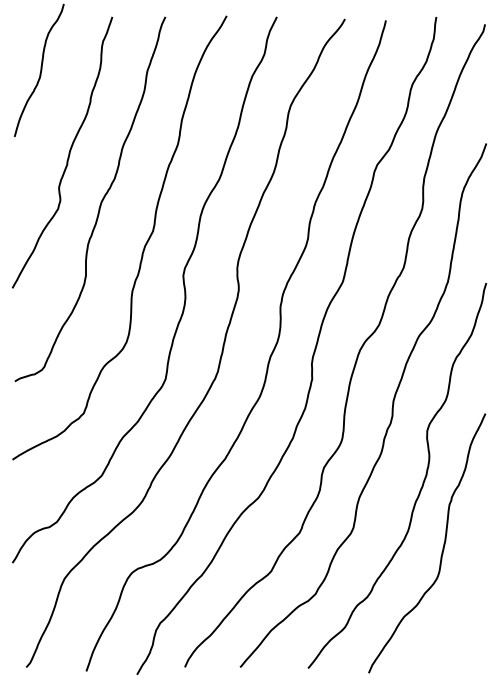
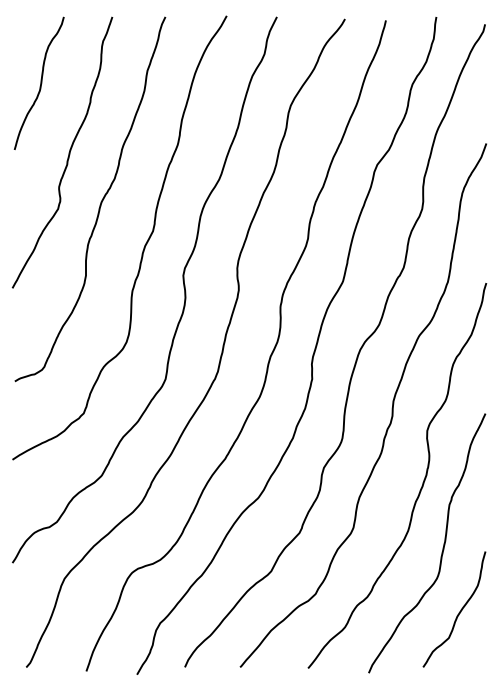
curve at (40, 69) position: (40, 69) -> (40, 82)
curve at (458, 612): none -> present
